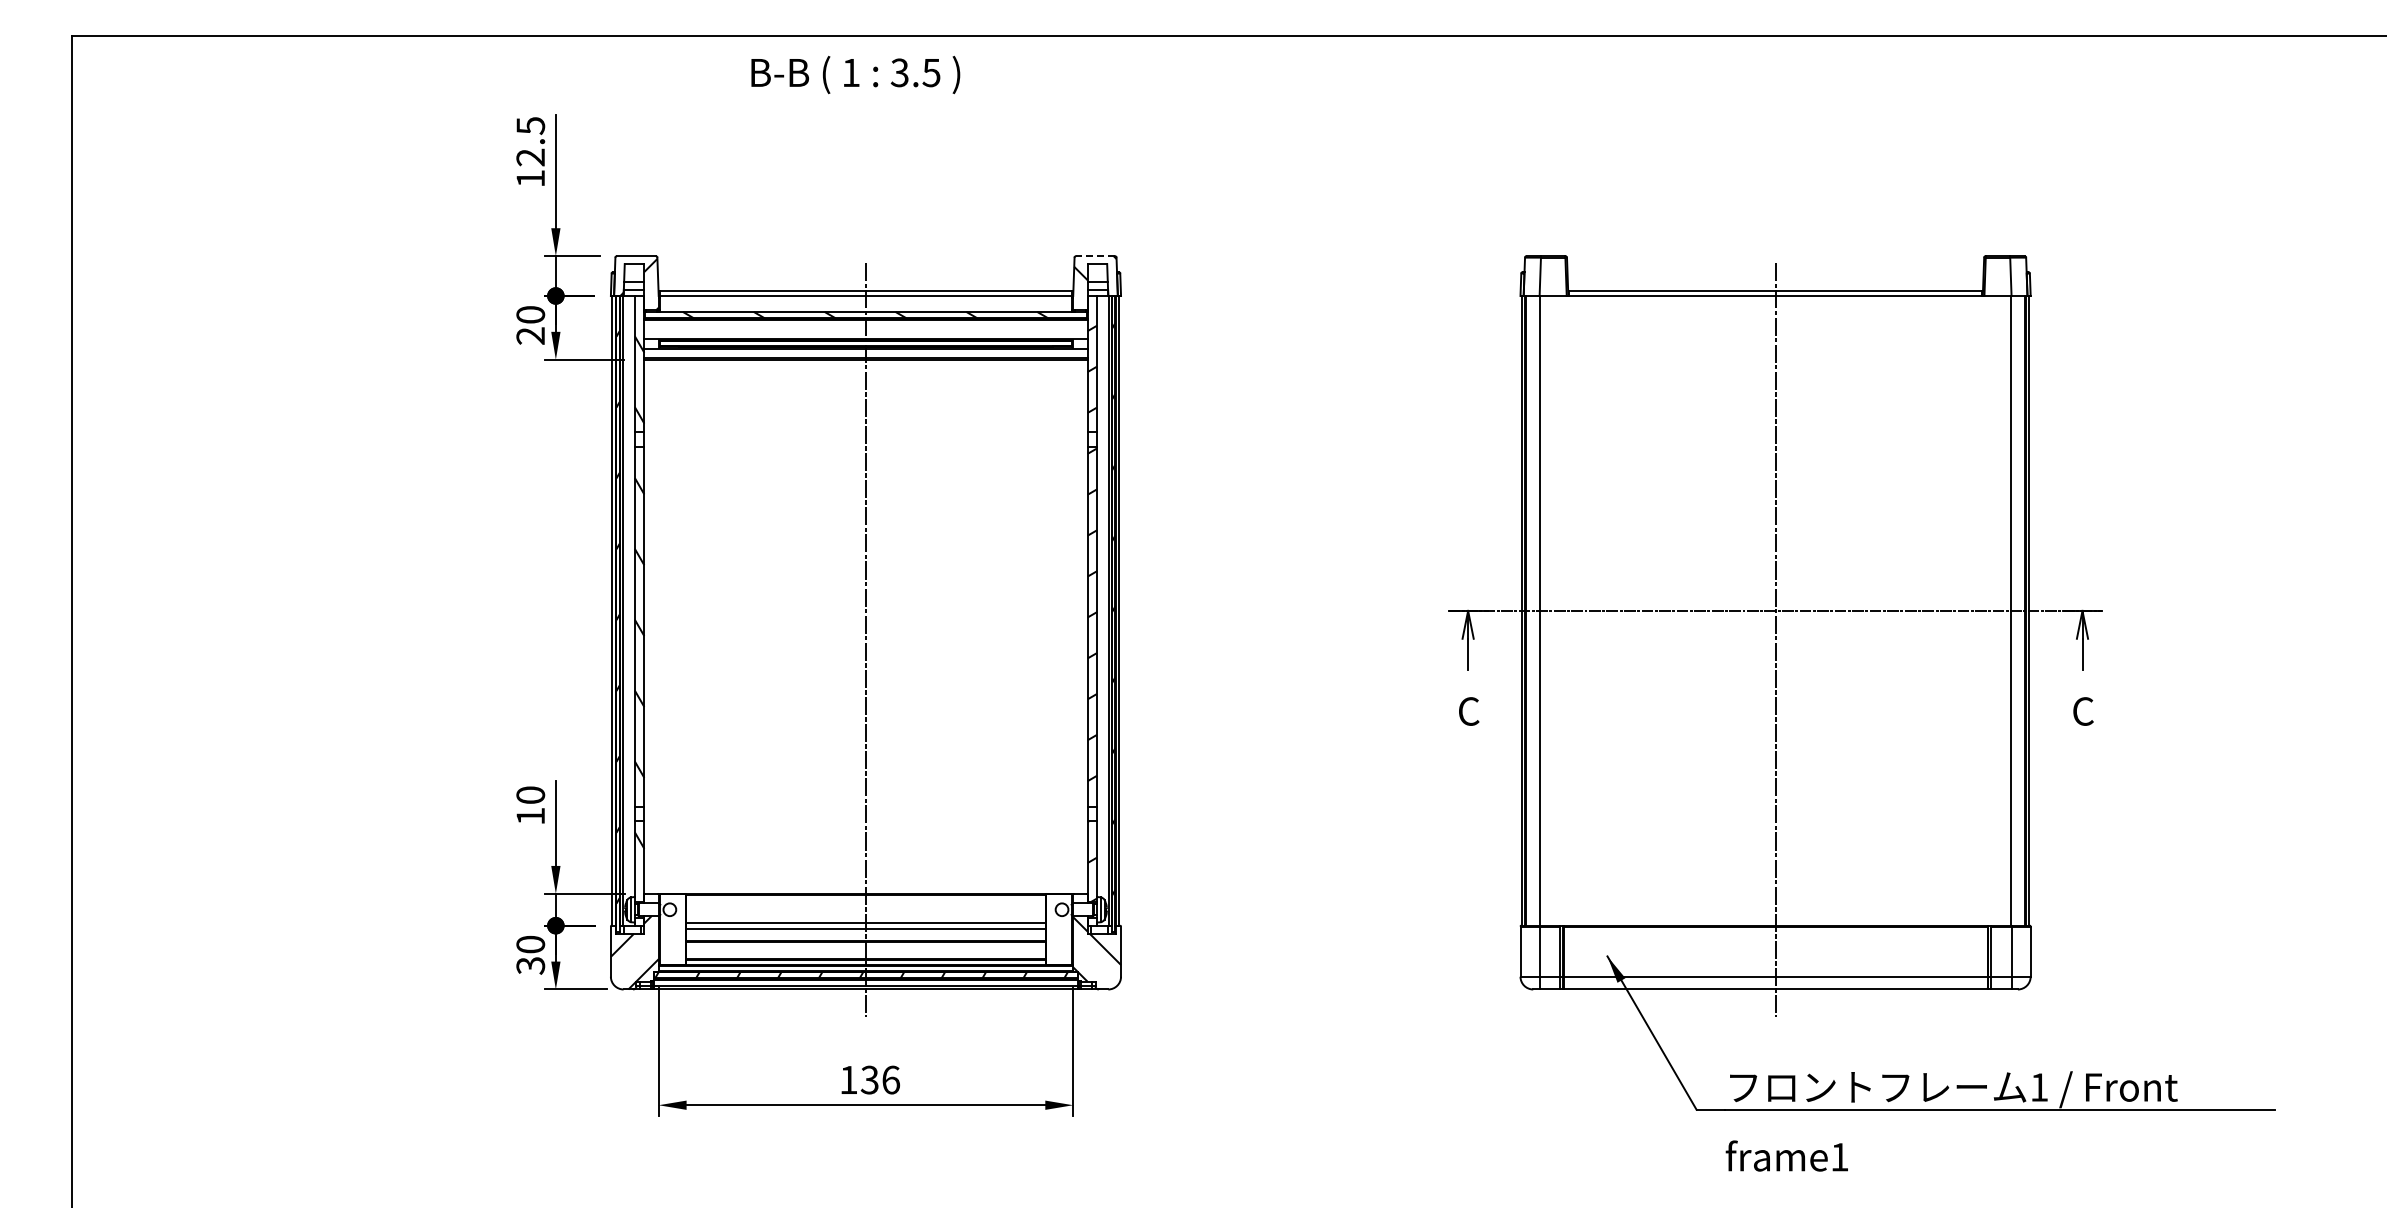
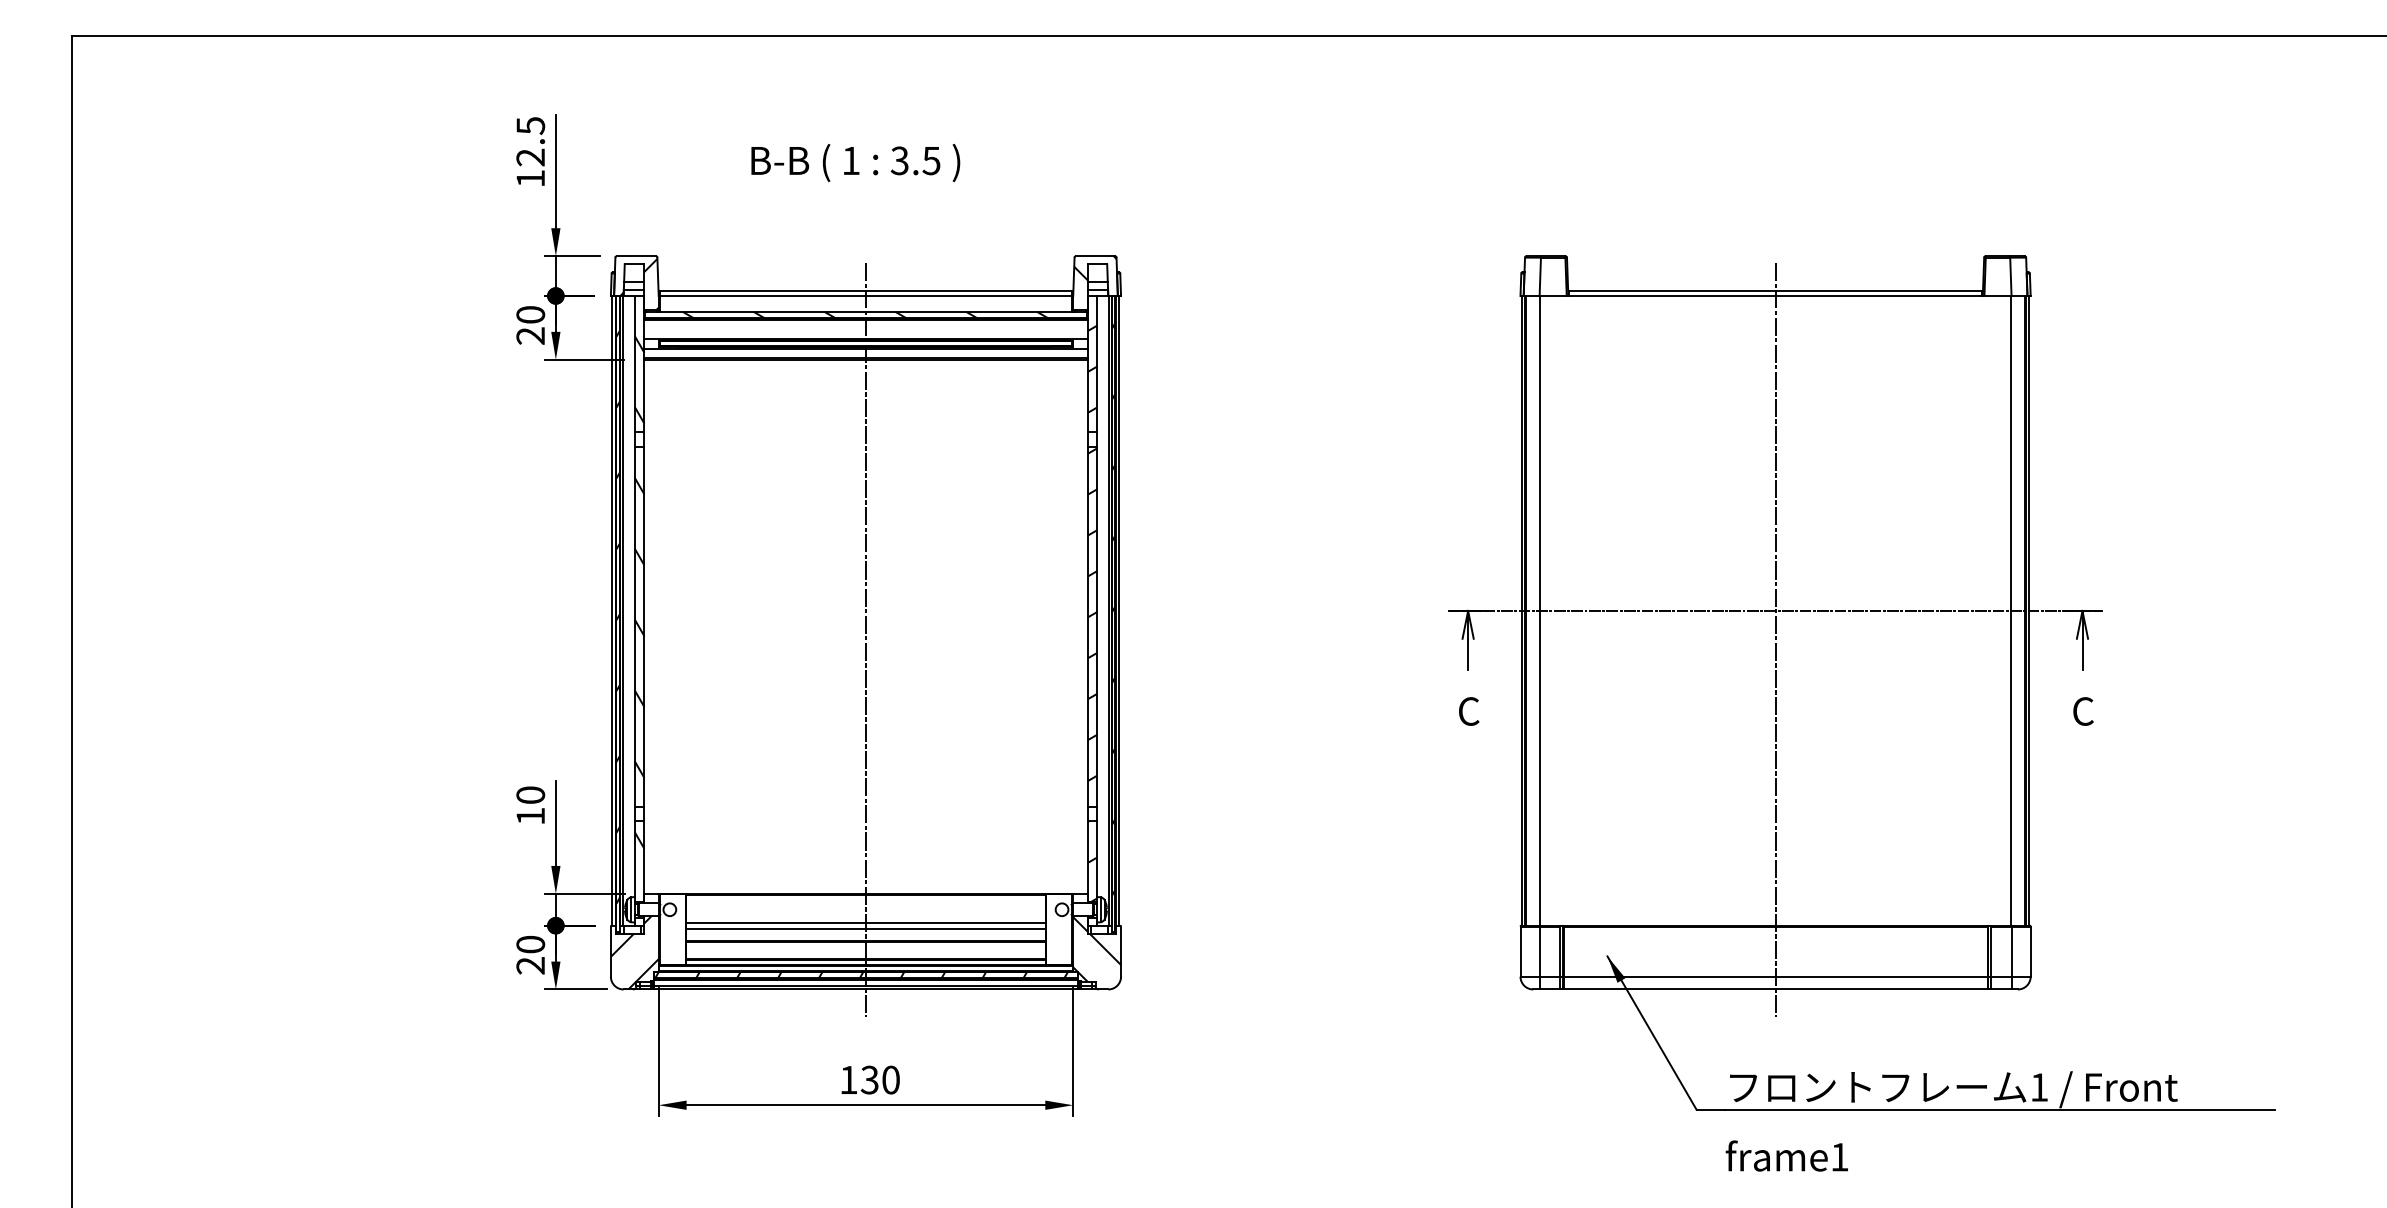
text at (855, 75) position: (855, 75) -> (855, 163)
line at (1095, 256): dashed -> solid
text at (530, 965): 30 -> 20
text at (891, 1079): 136 -> 130
